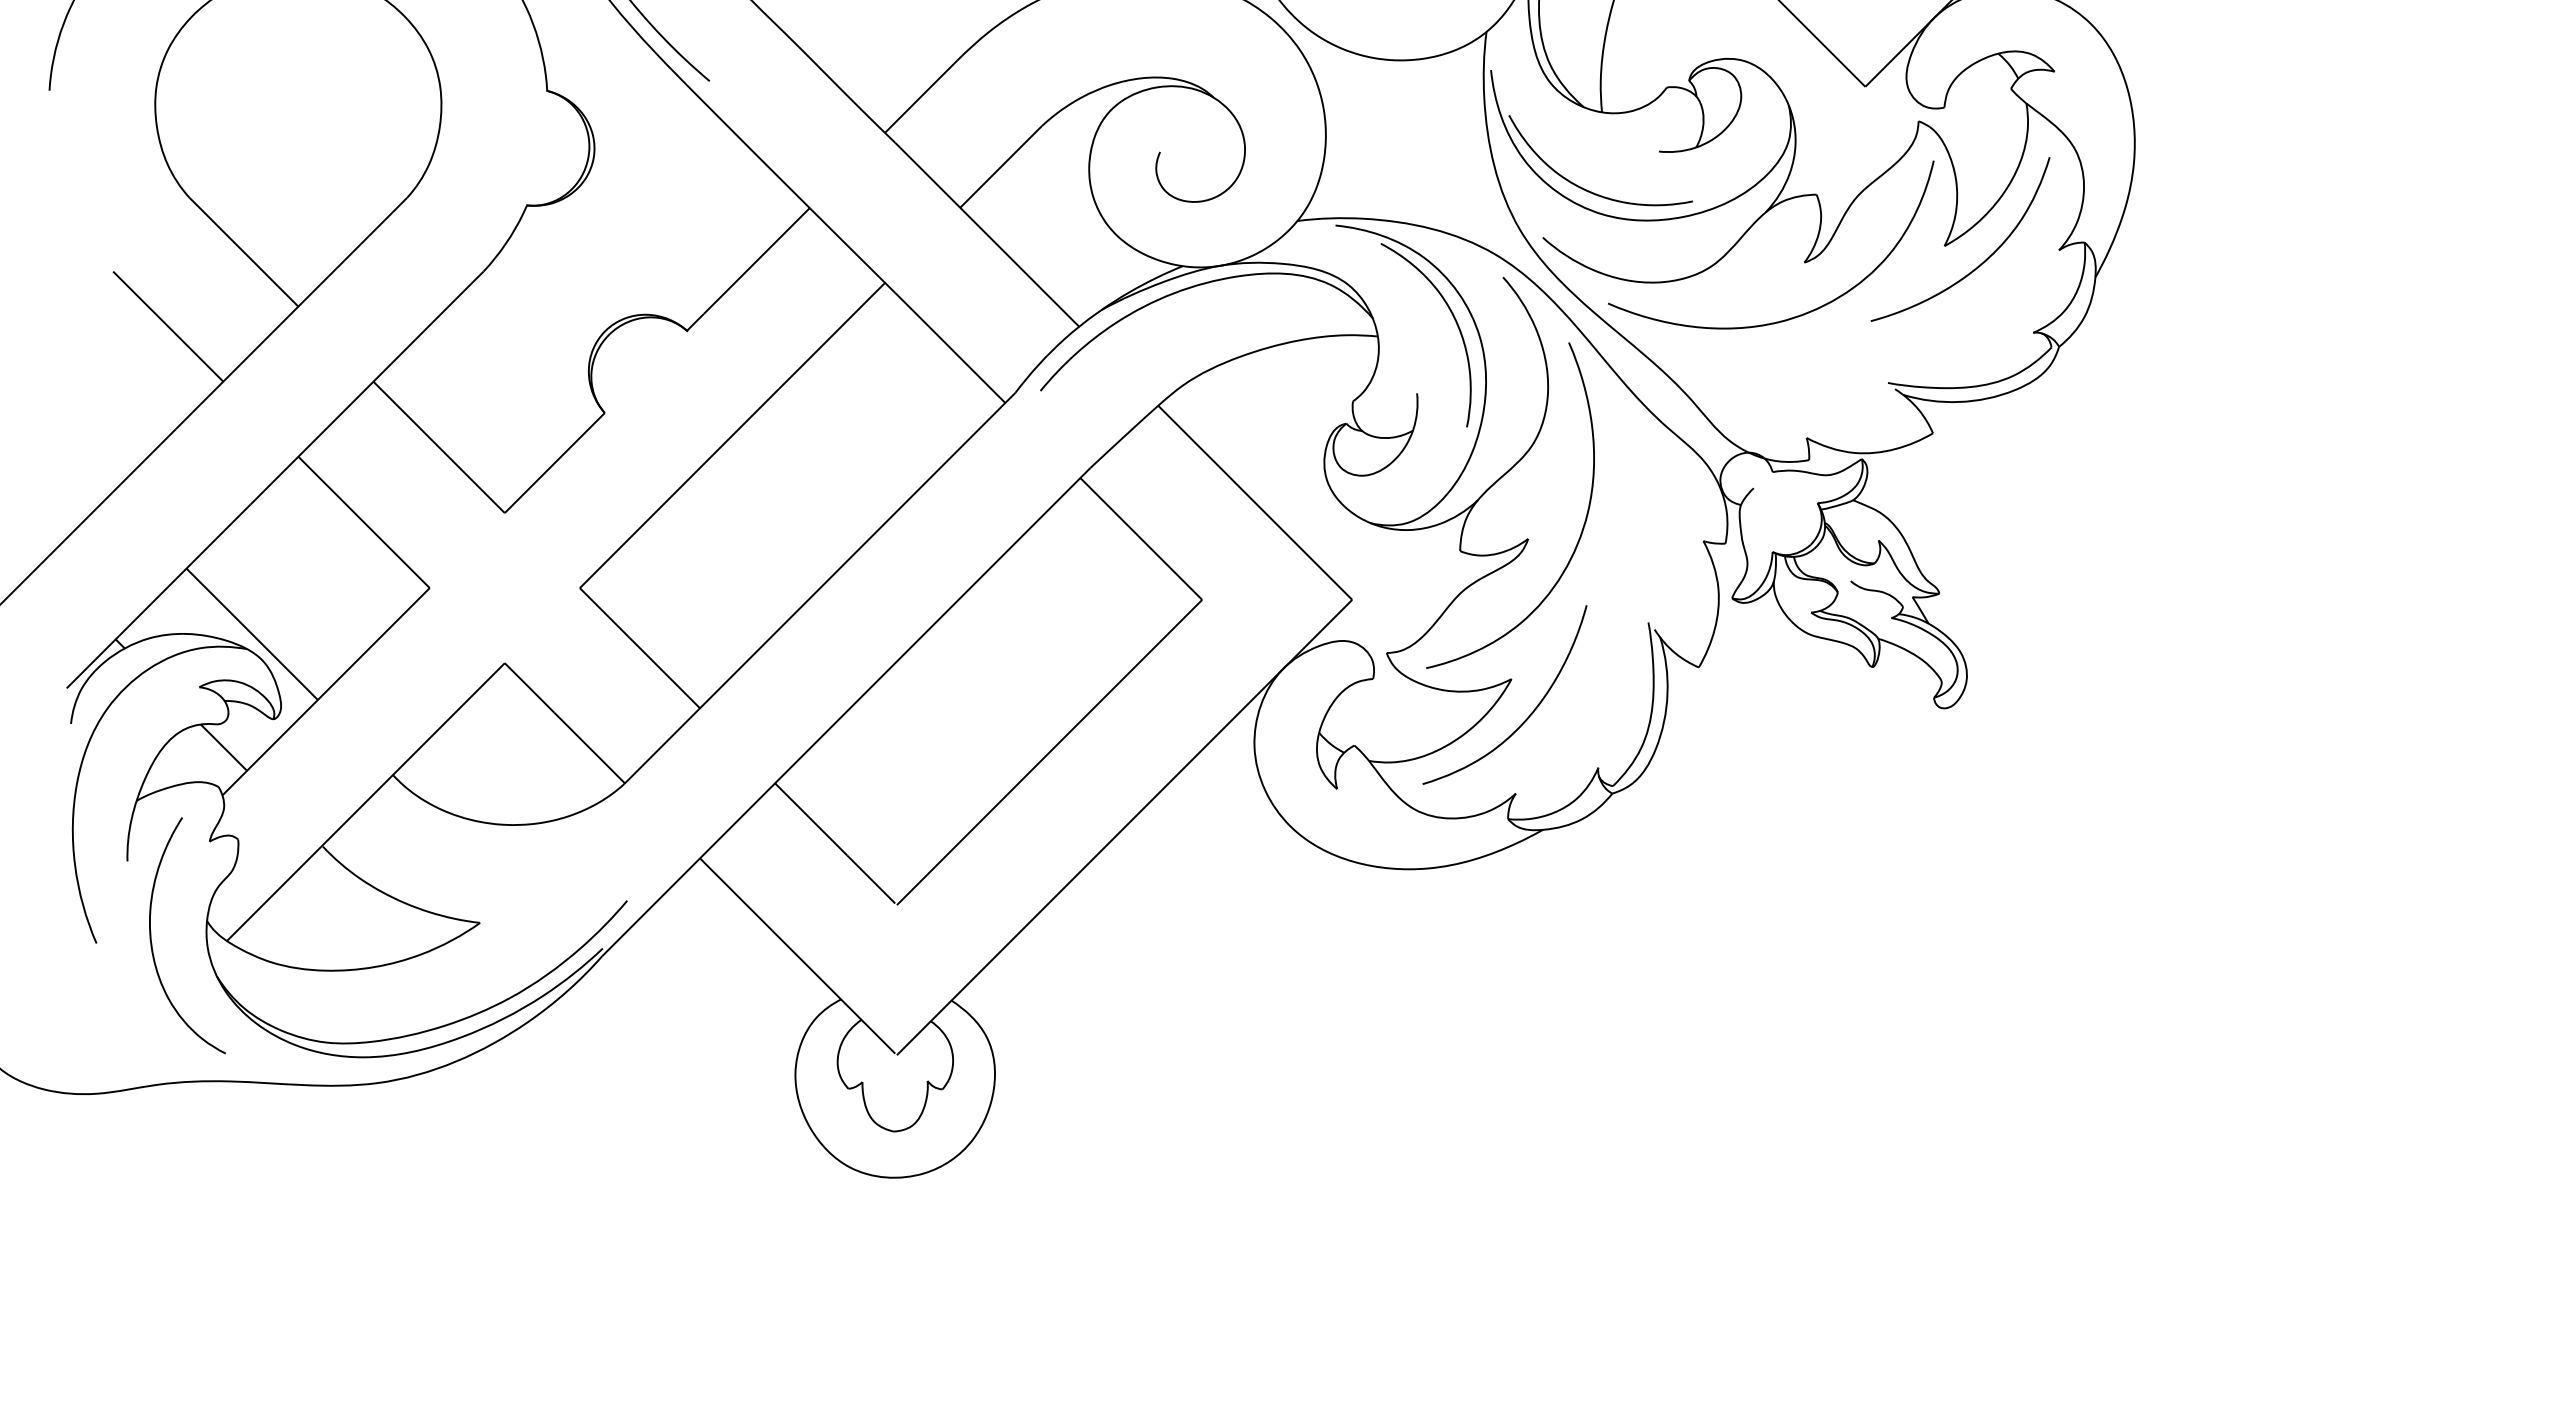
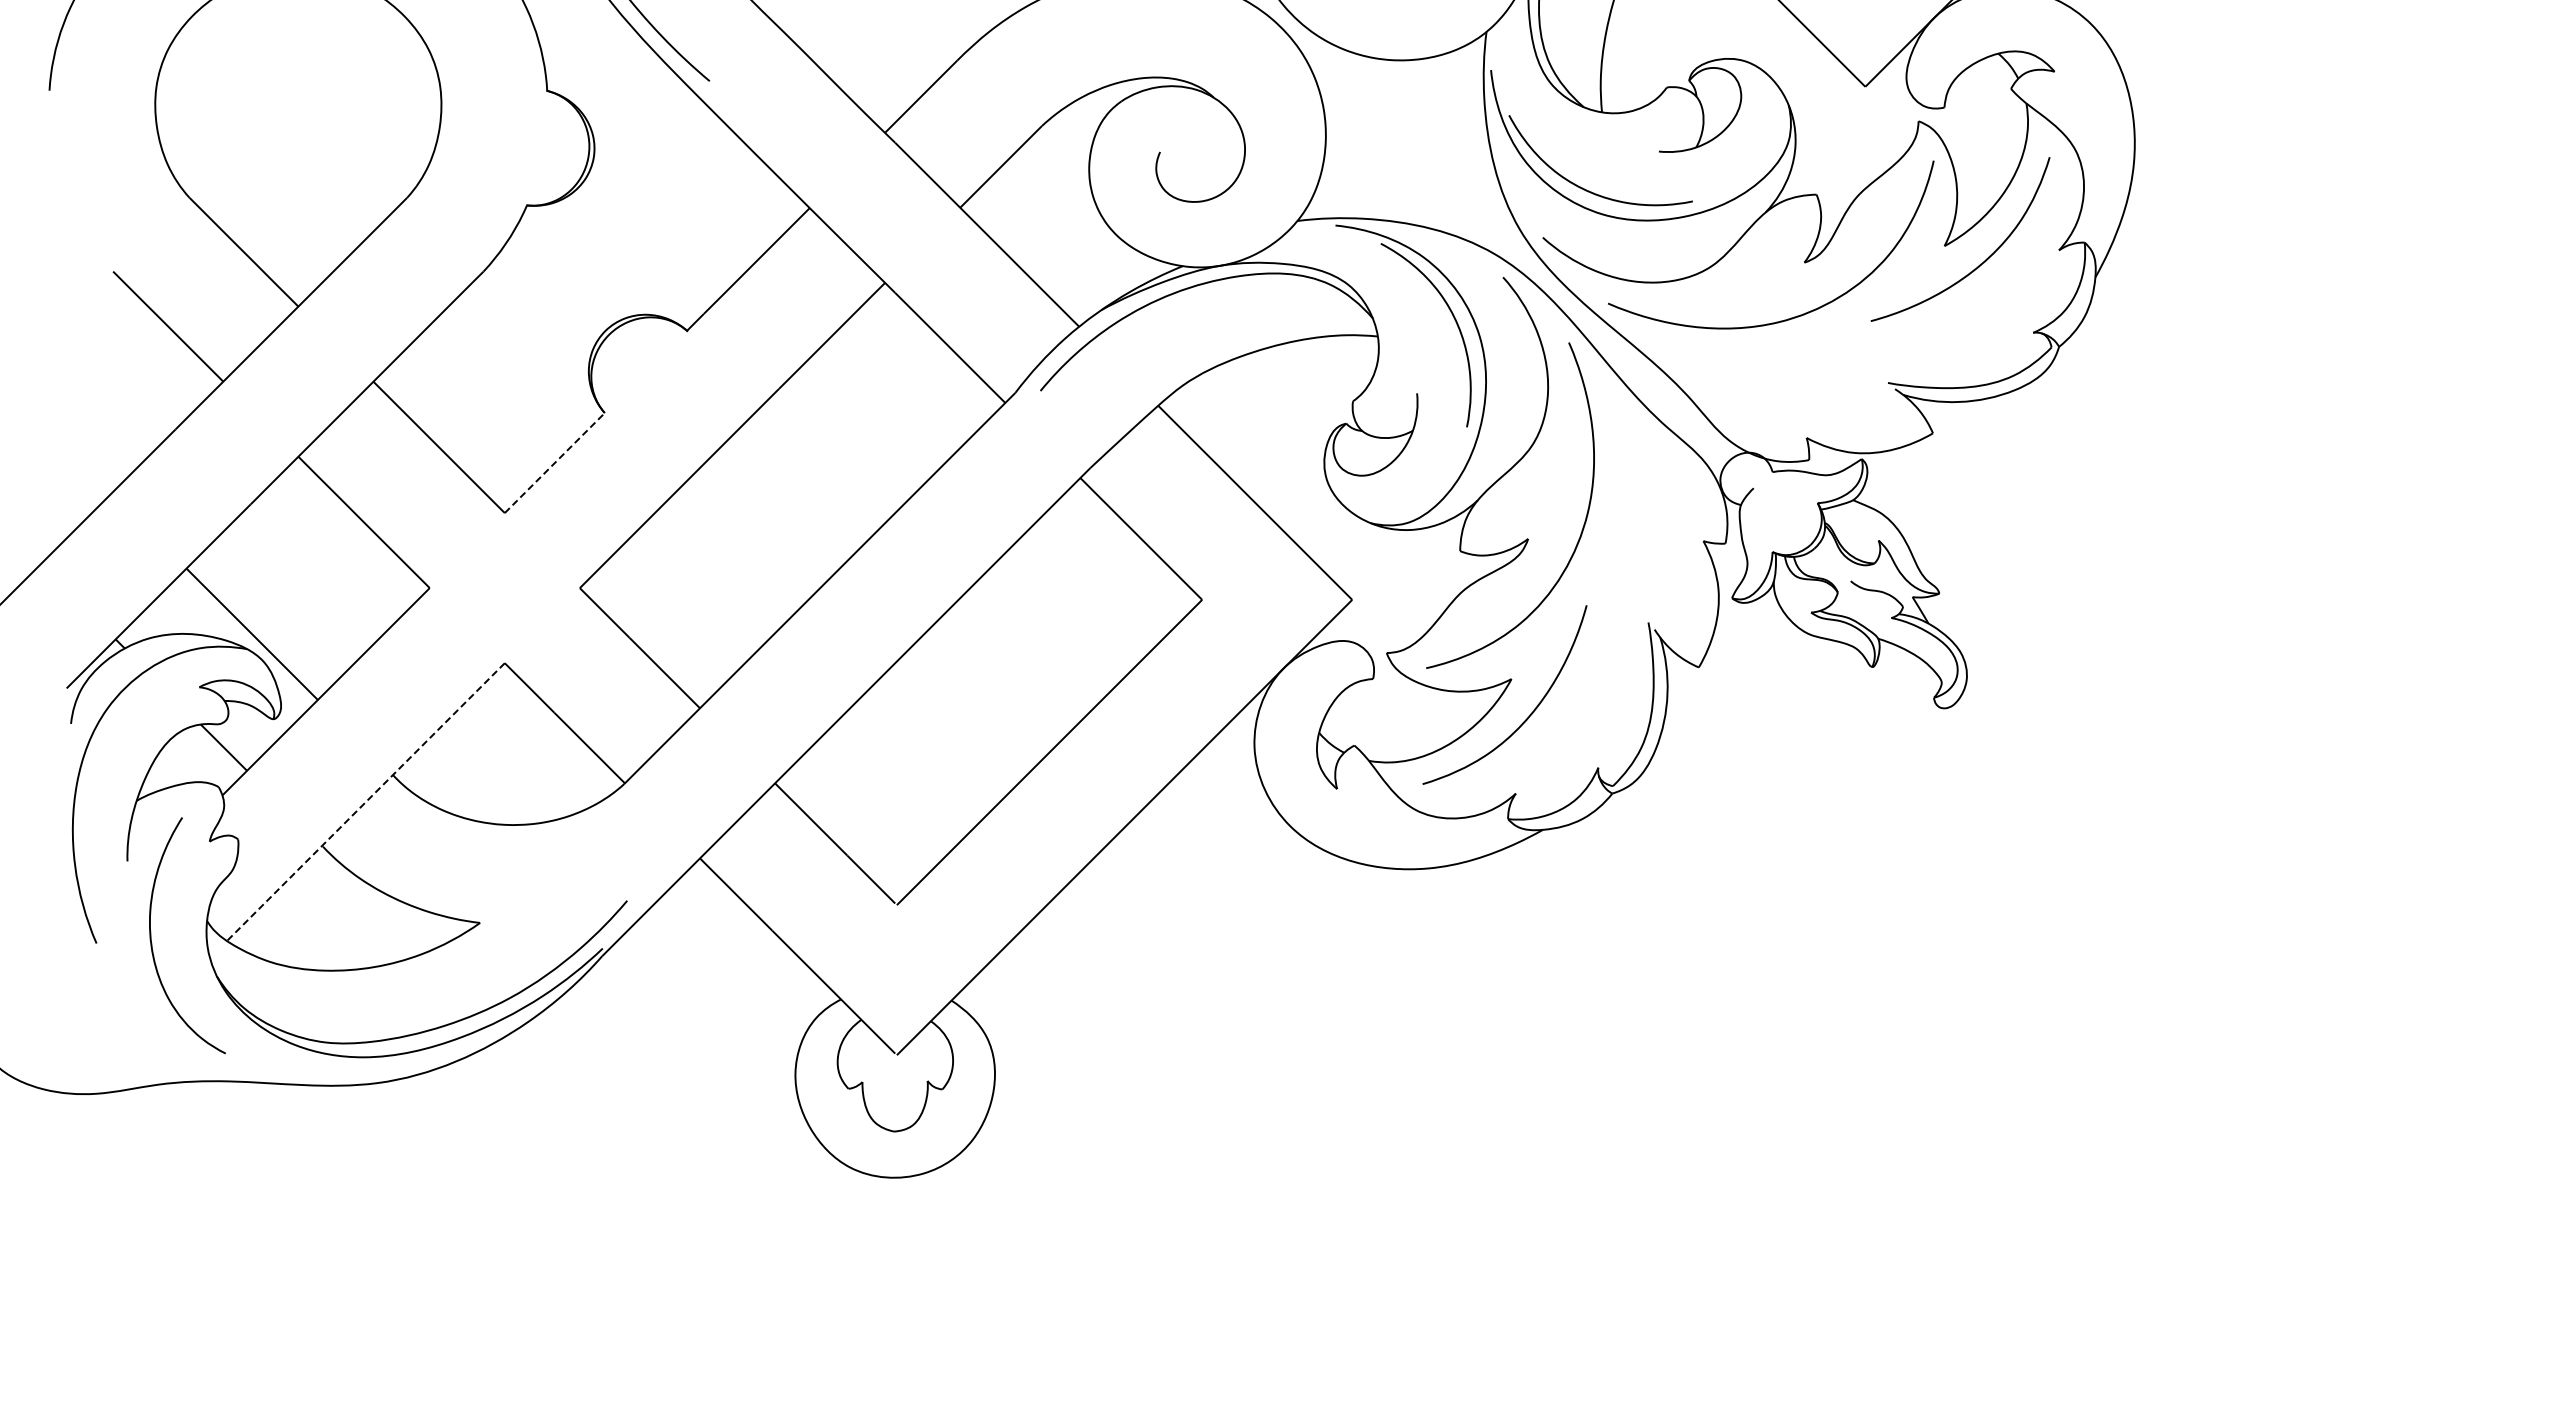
line at (554, 463): solid -> dashed
line at (365, 802): solid -> dashed
